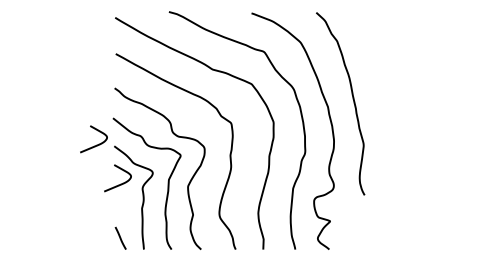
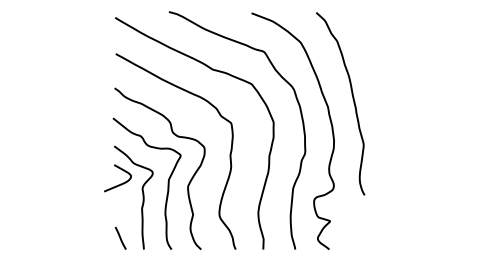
curve at (96, 144): present -> none
